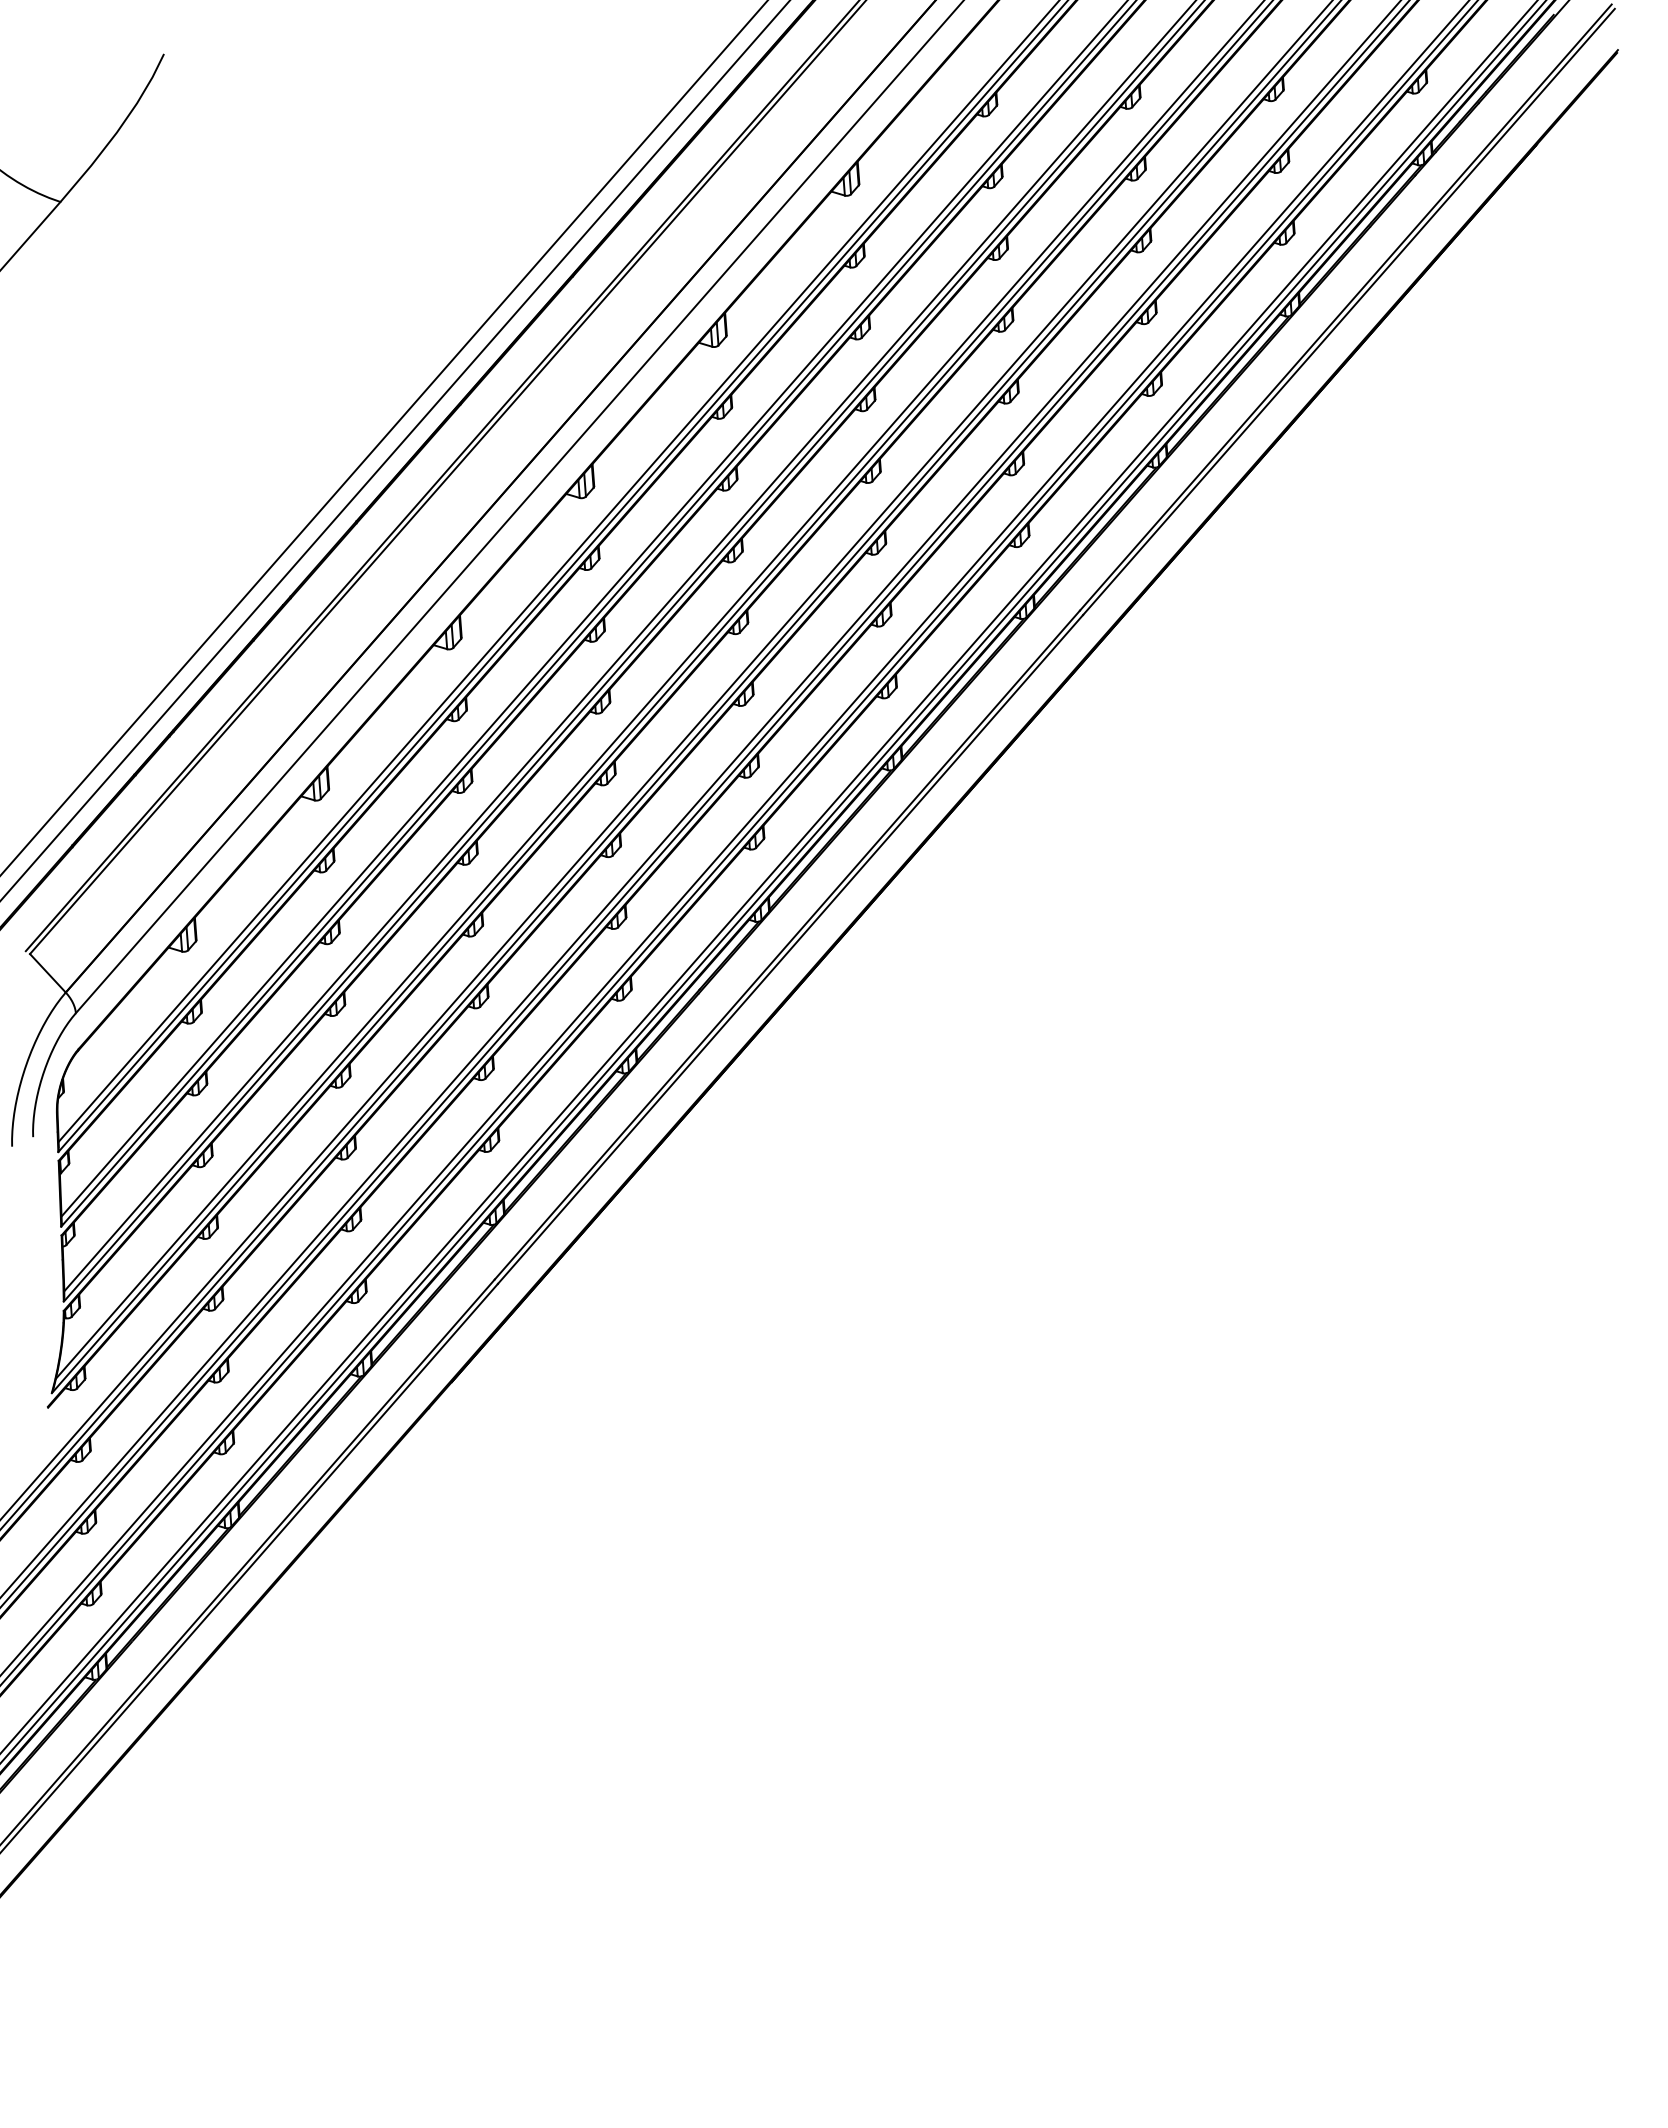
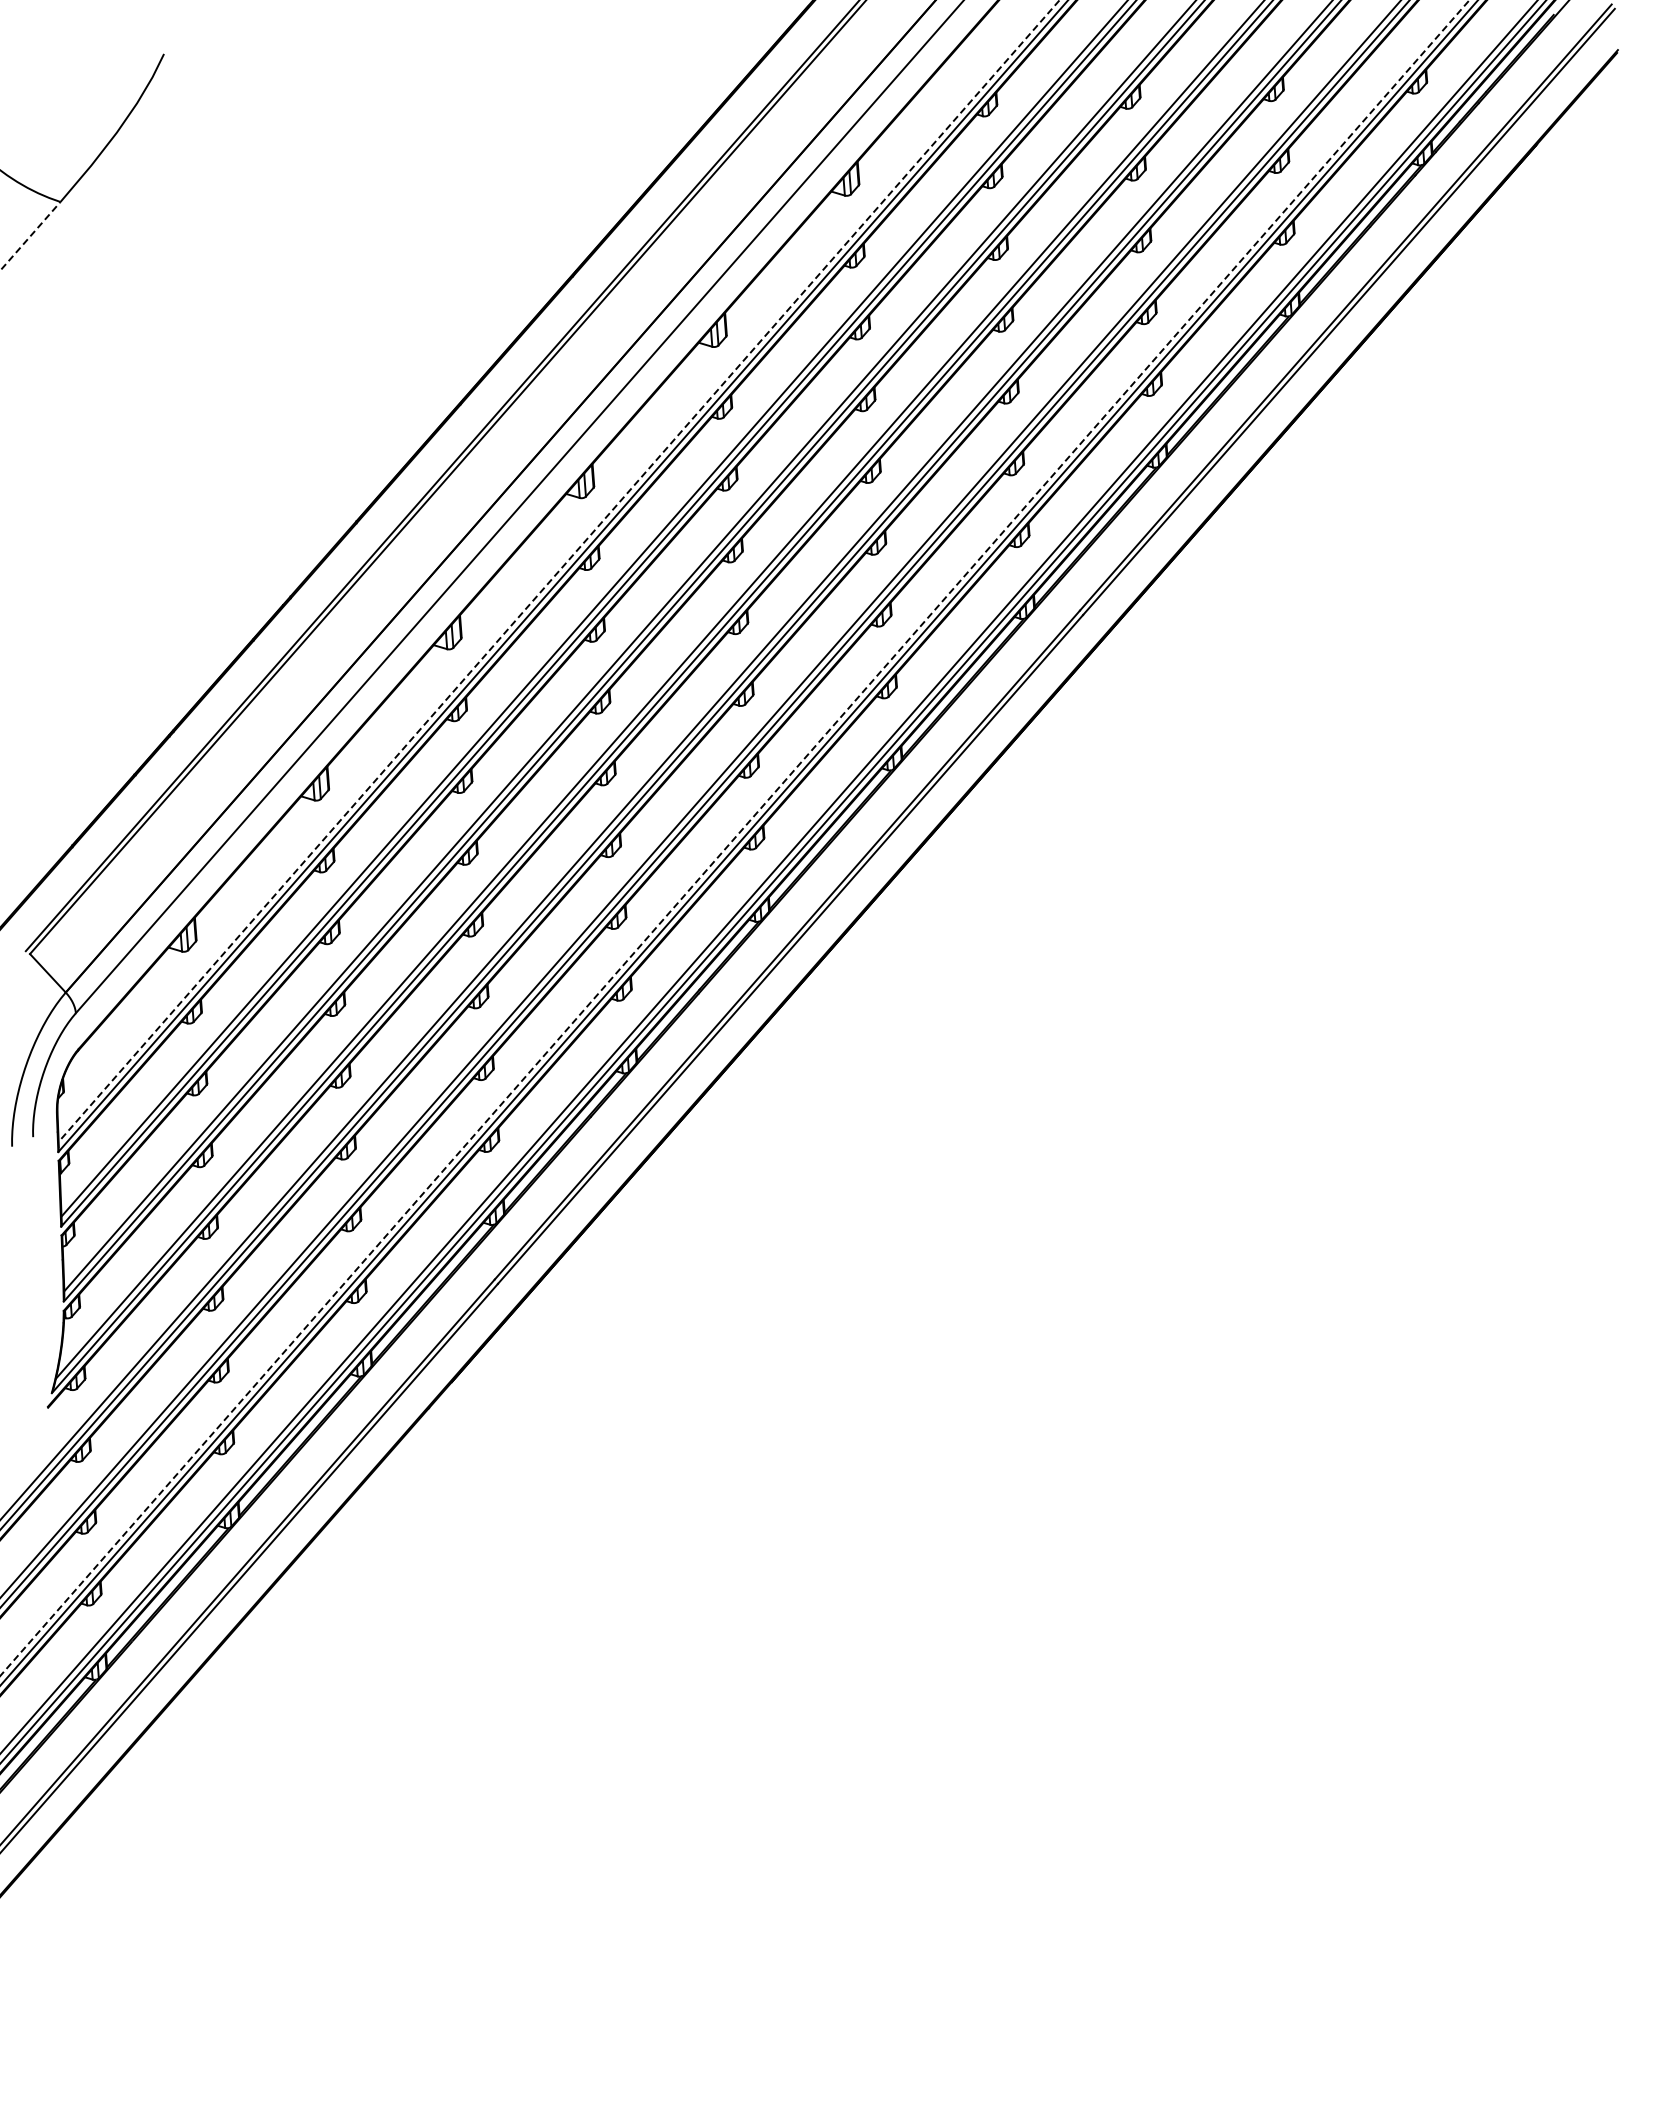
line at (30, 235): solid -> dashed
line at (383, 437): present -> none
line at (395, 450): present -> none
line at (558, 571): solid -> dashed
line at (734, 838): solid -> dashed
